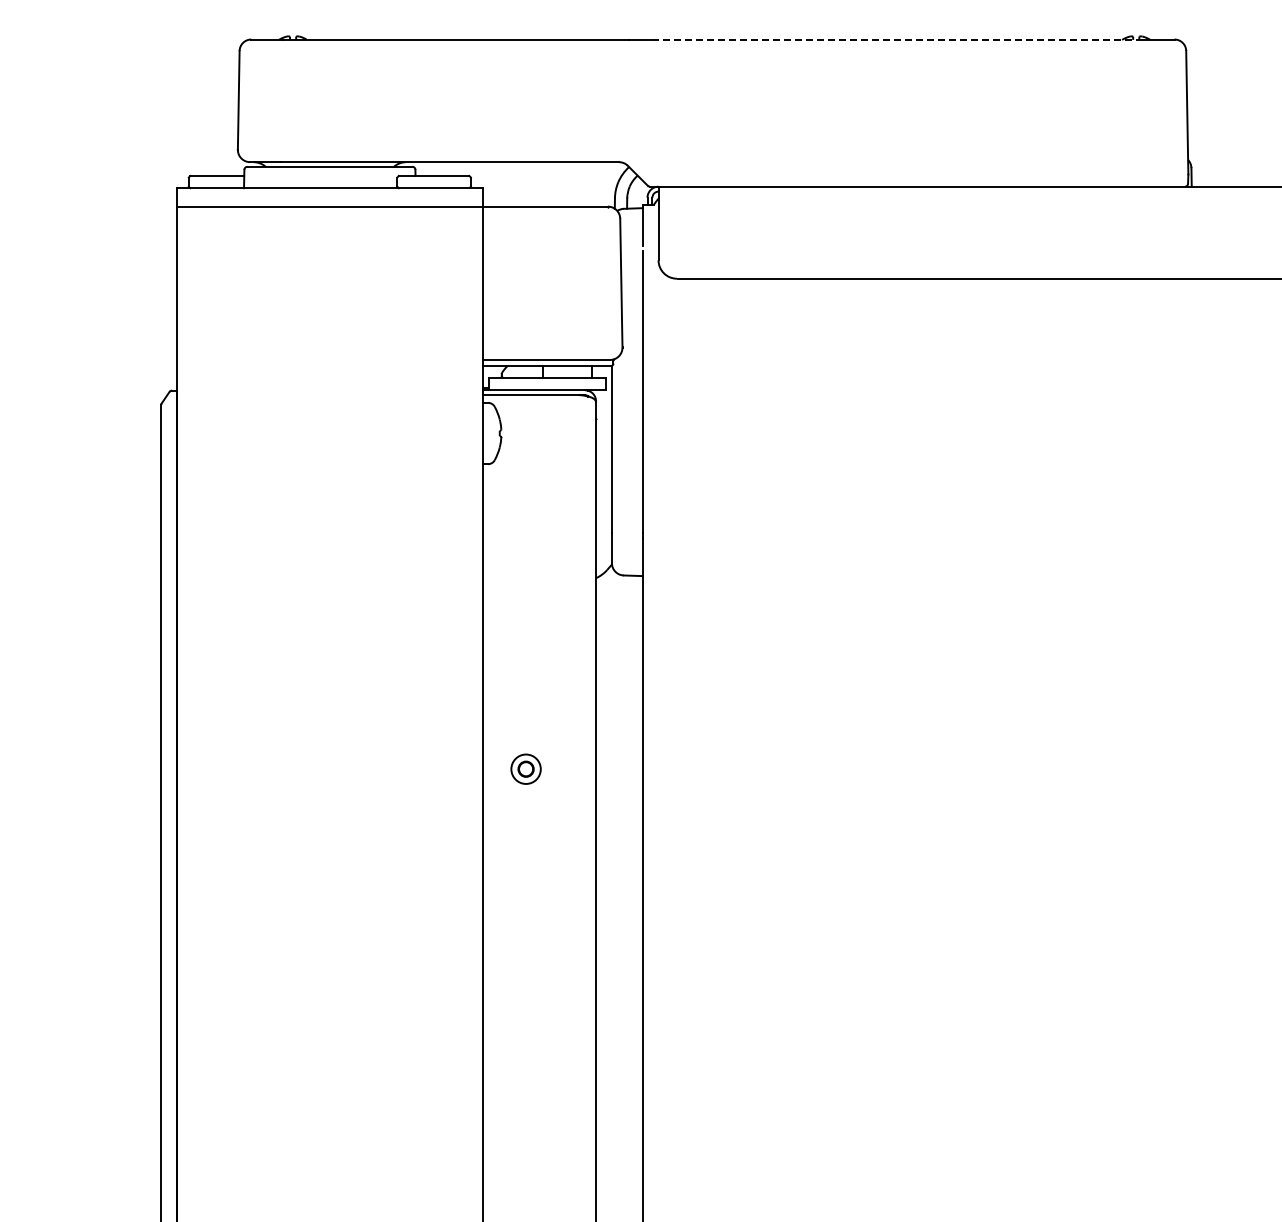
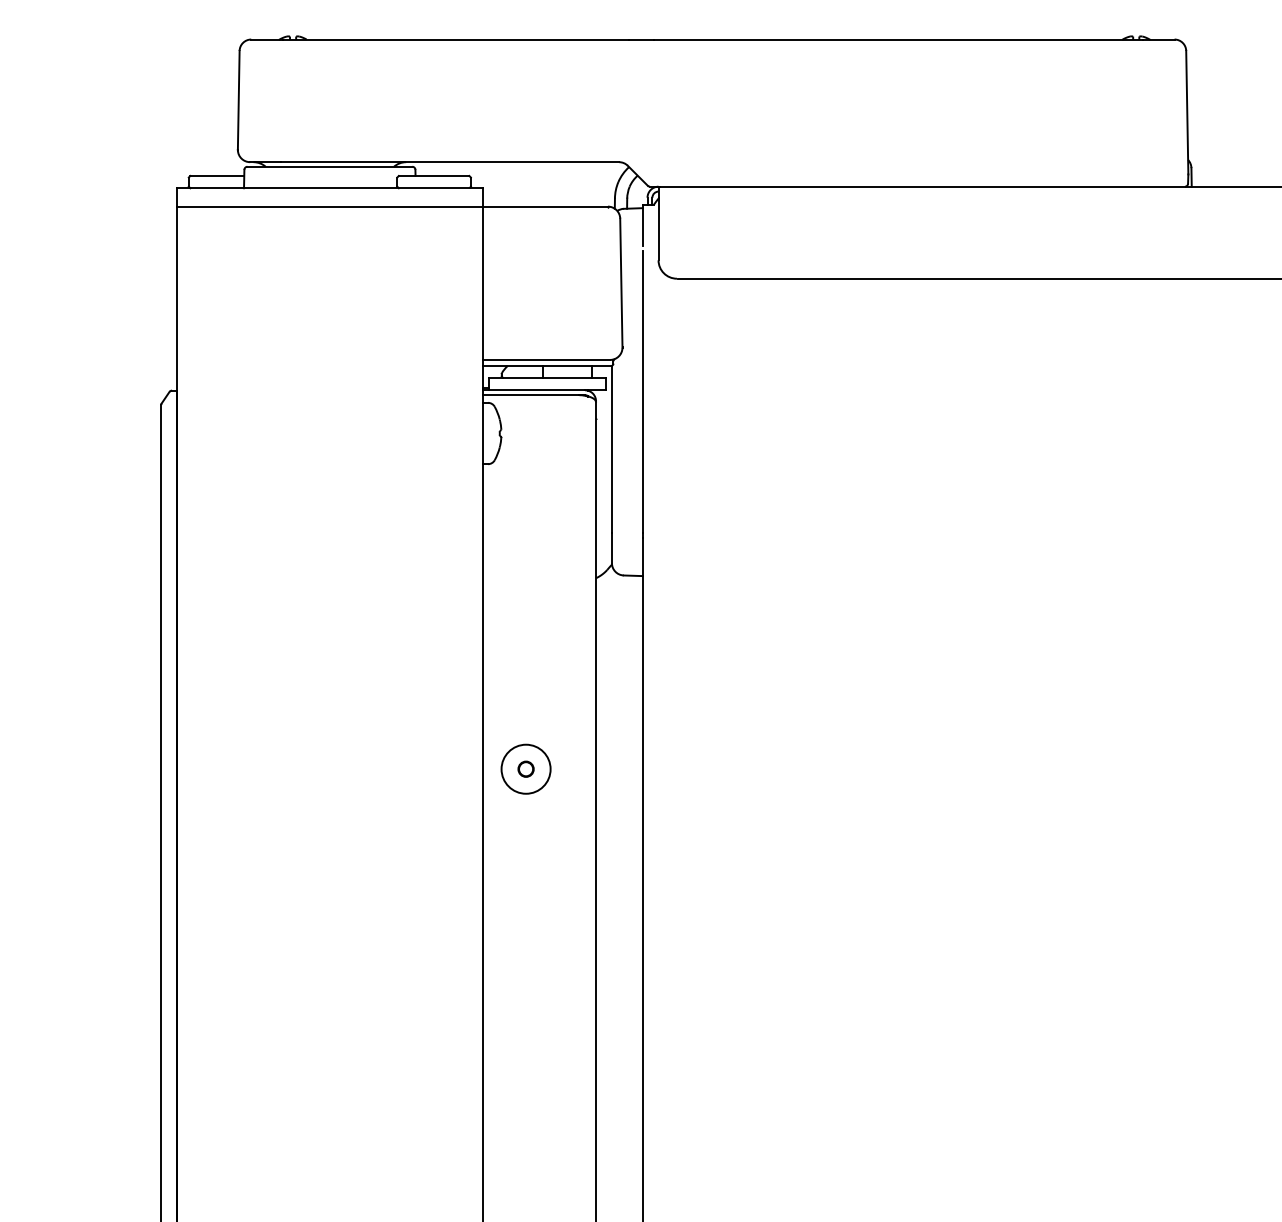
line at (898, 39): dashed -> solid
circle at (525, 768) diameter: 29 px -> 49 px
